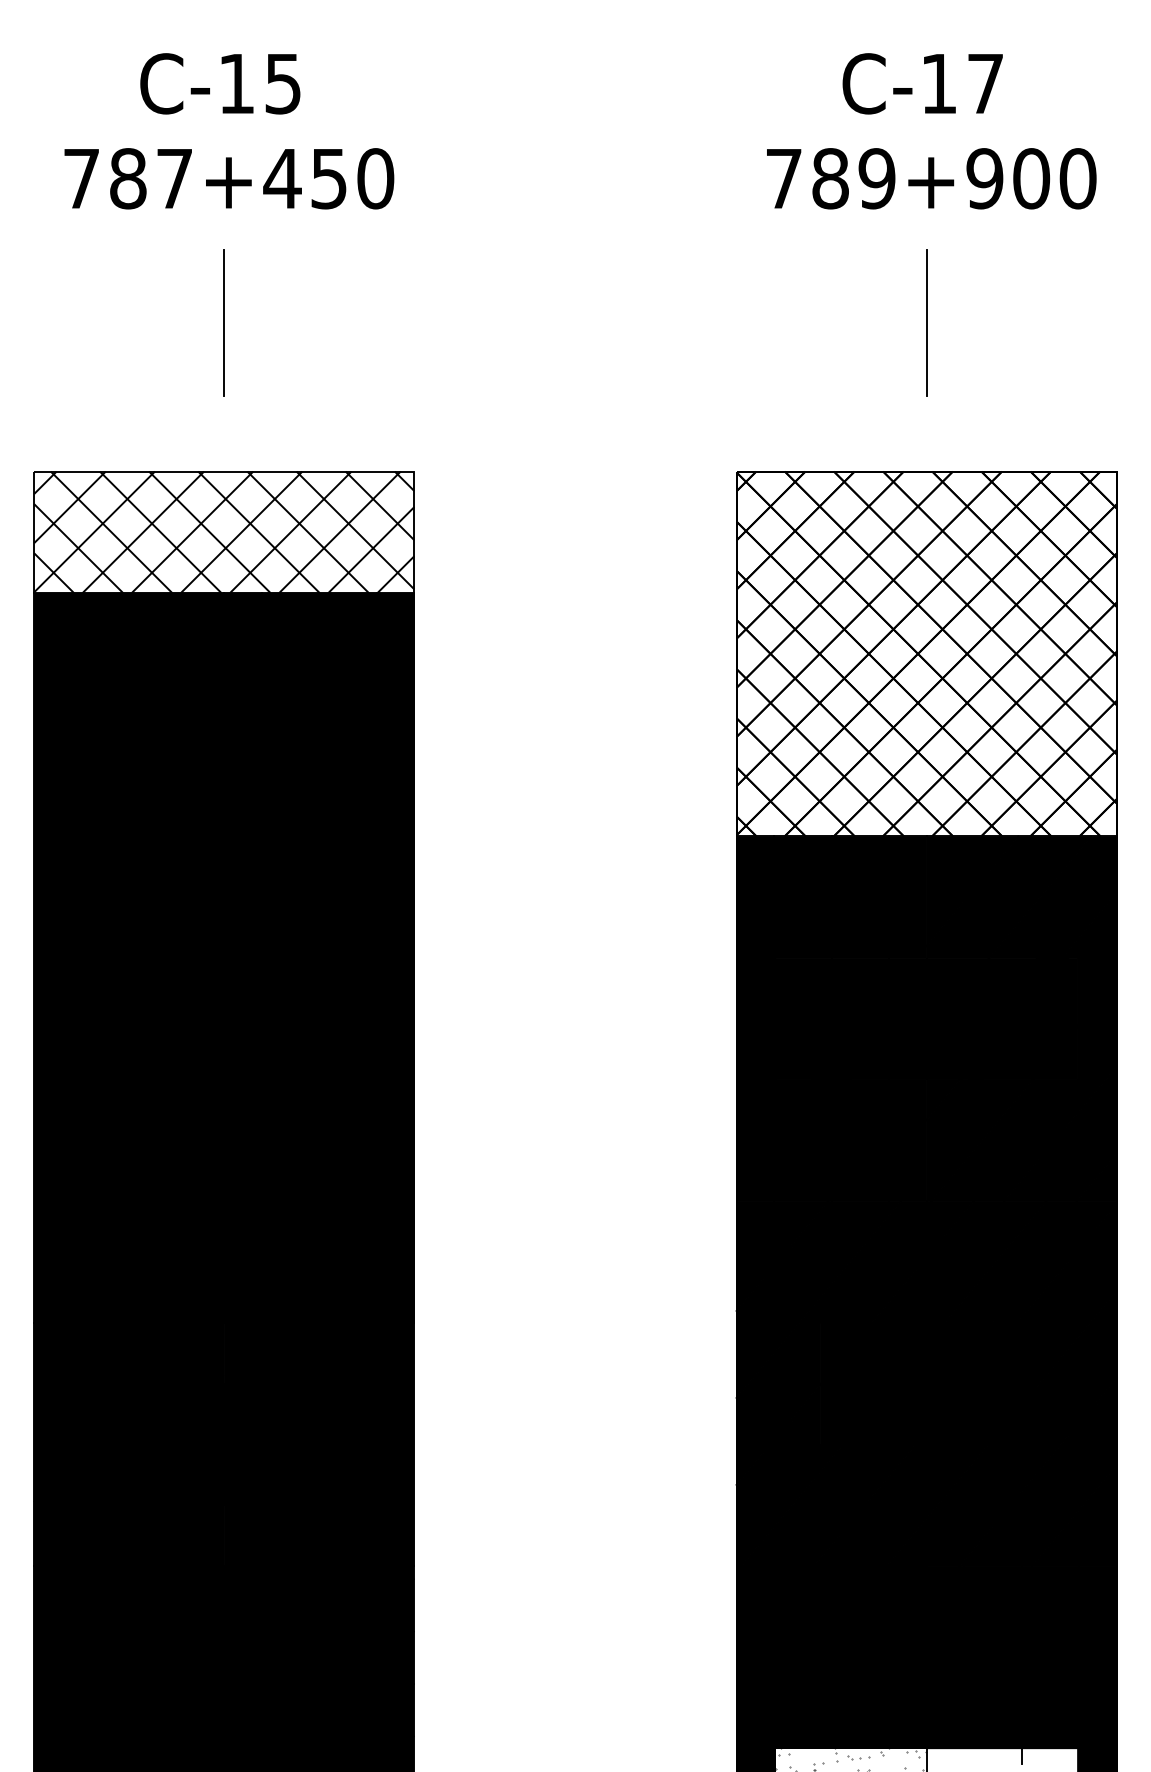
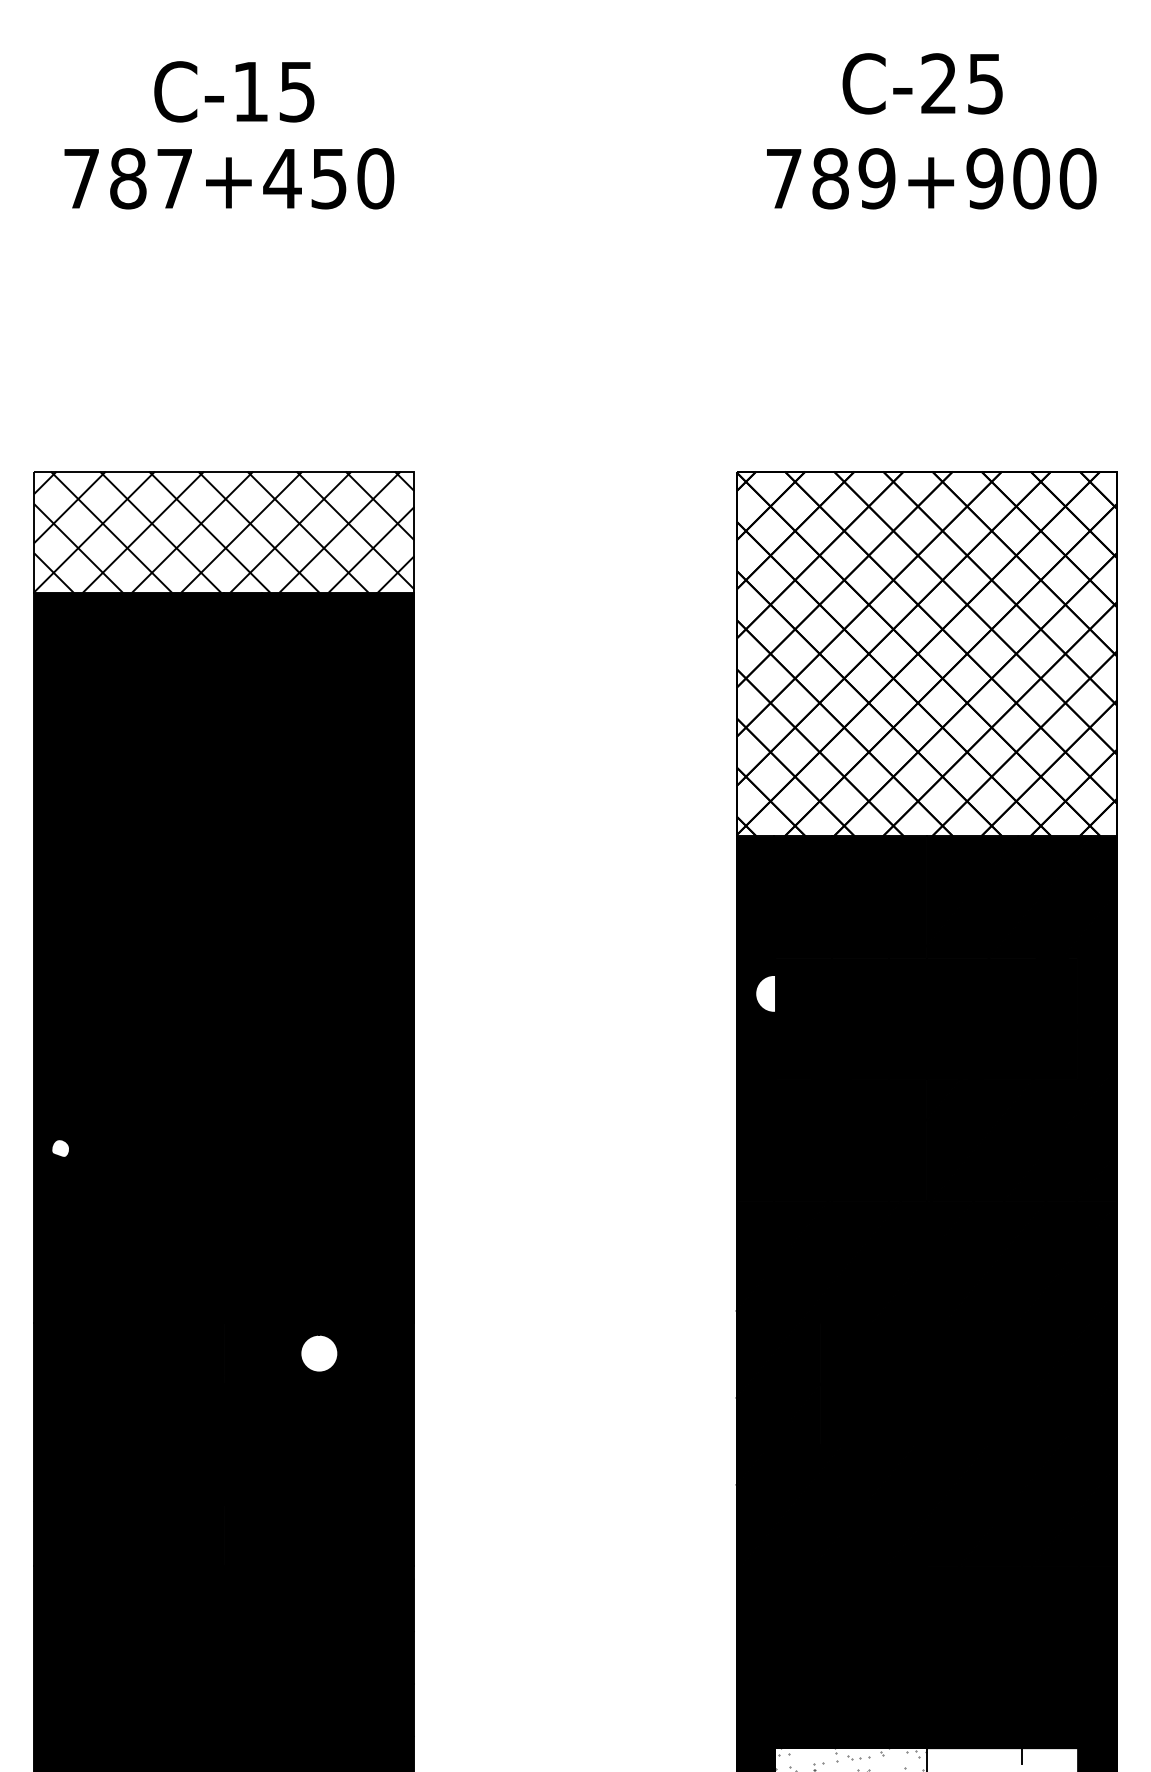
text at (220, 83) position: (220, 83) -> (234, 91)
text at (961, 83): C-17 -> C-25
line at (224, 322): present -> none
line at (926, 322): present -> none
fill at (774, 993): present -> none
fill at (60, 1148): present -> none
fill at (319, 1353): present -> none
